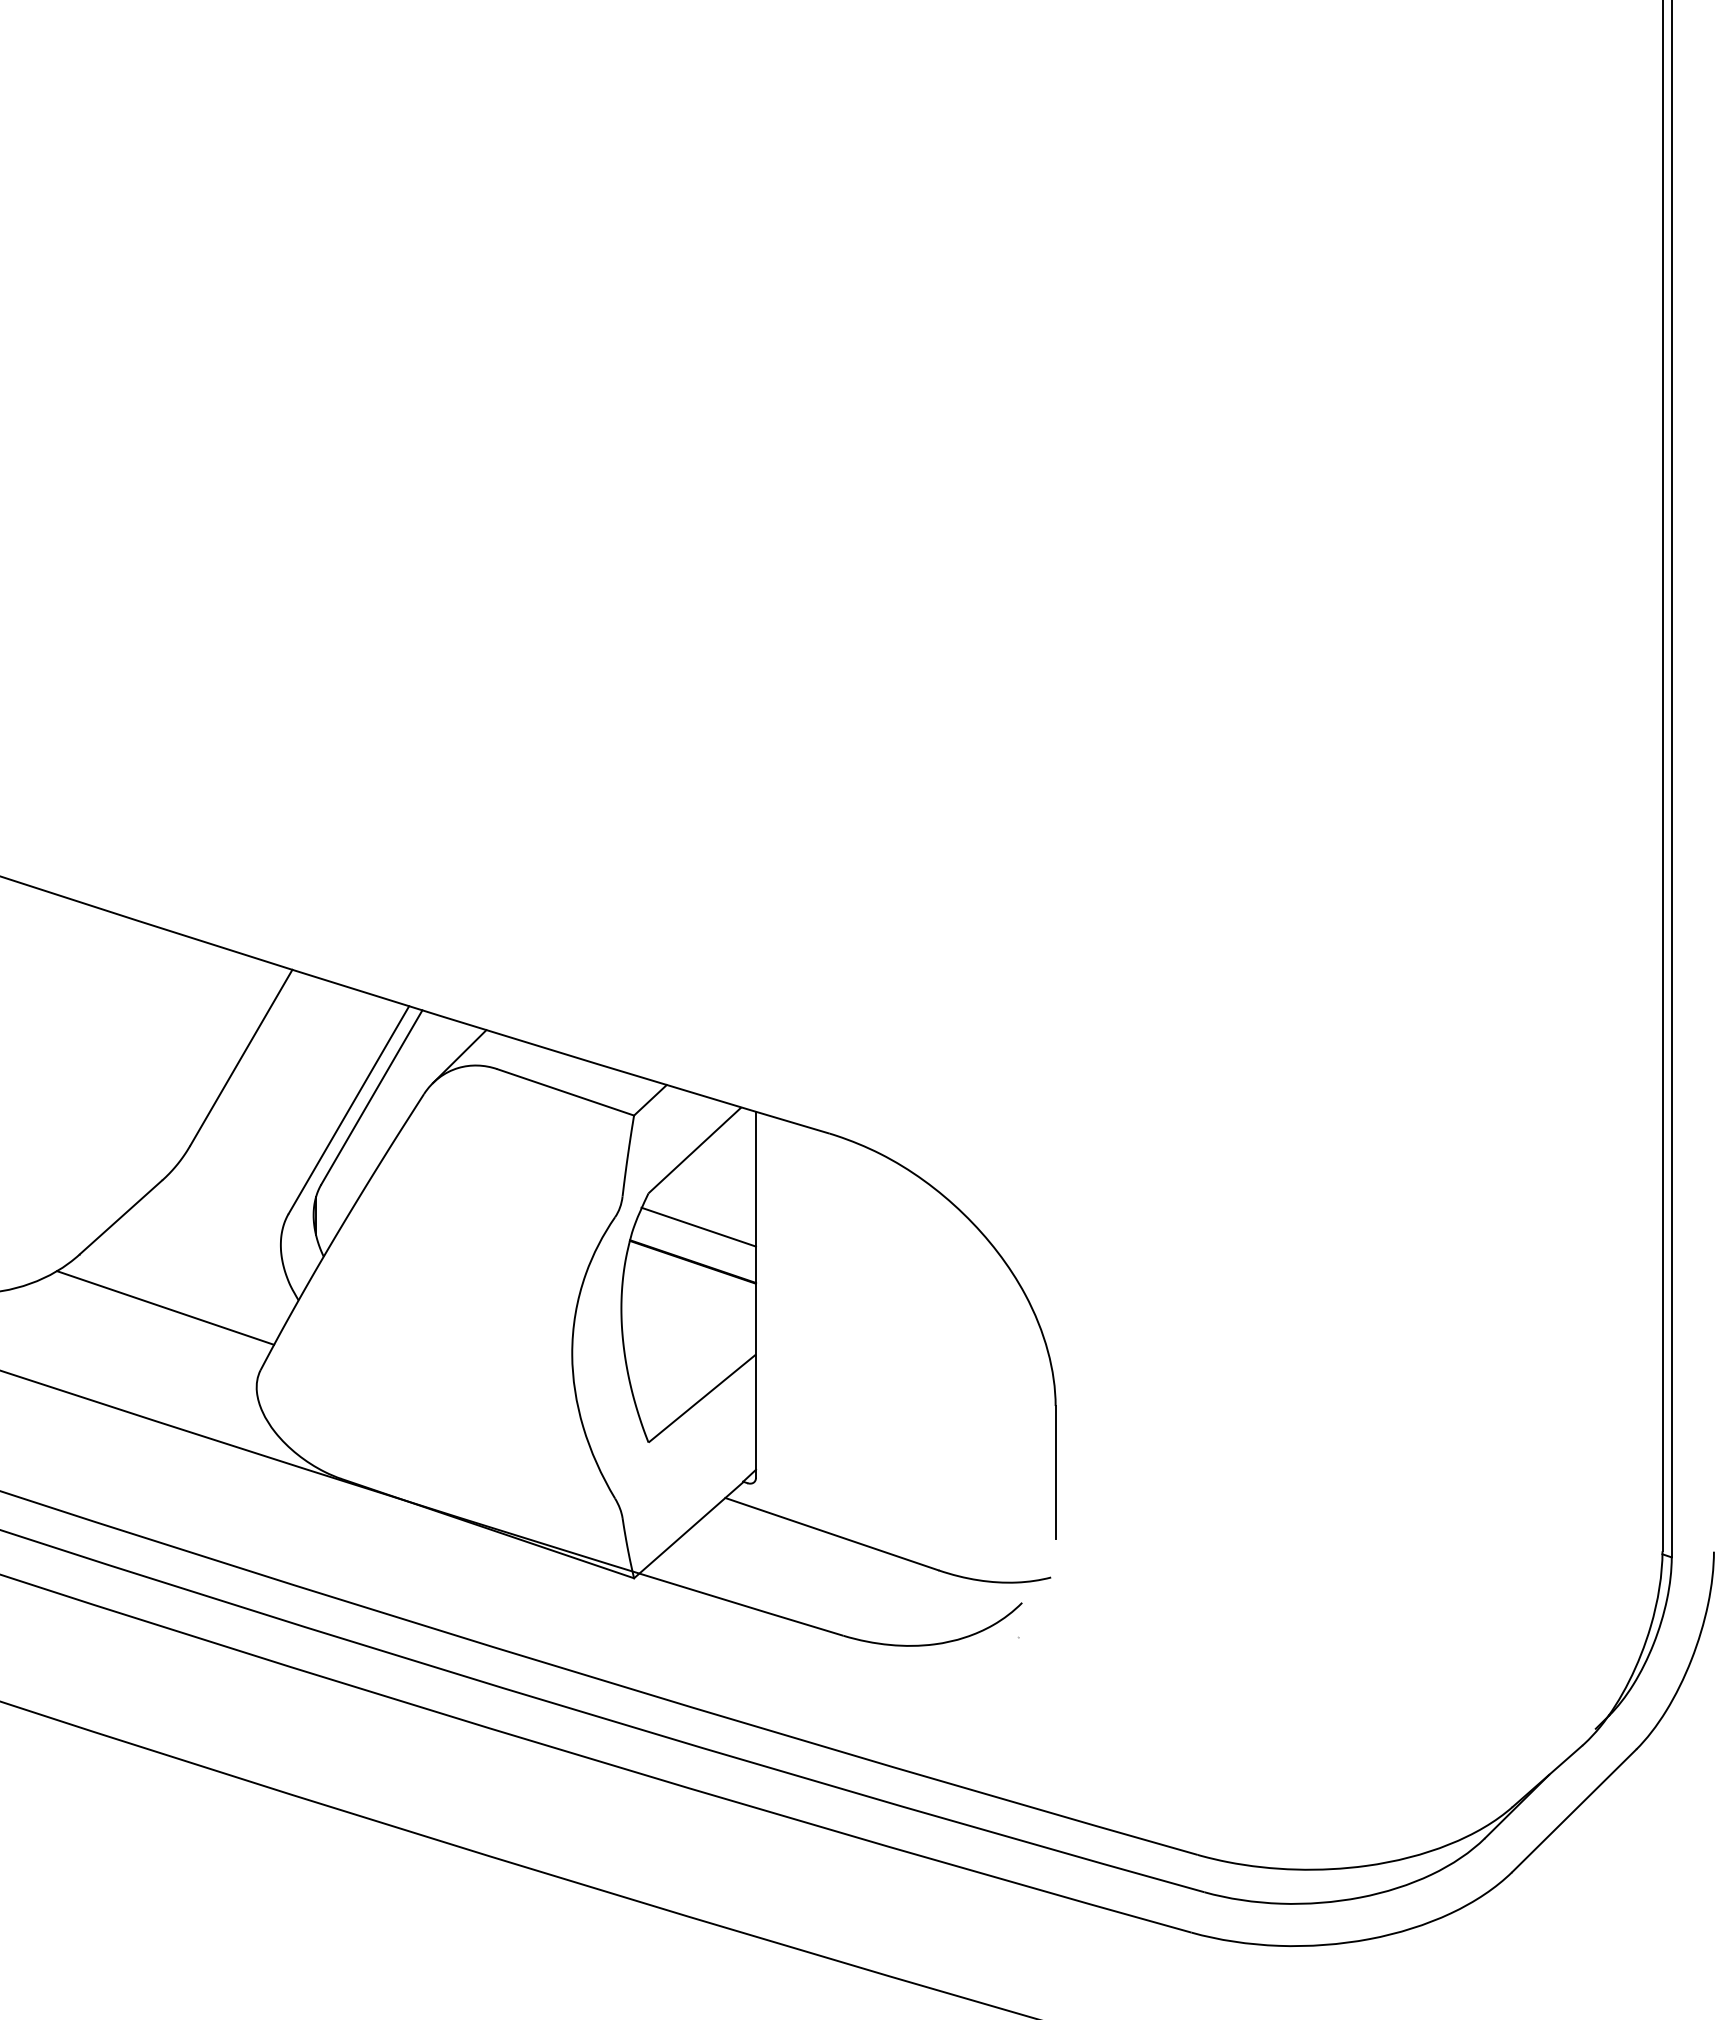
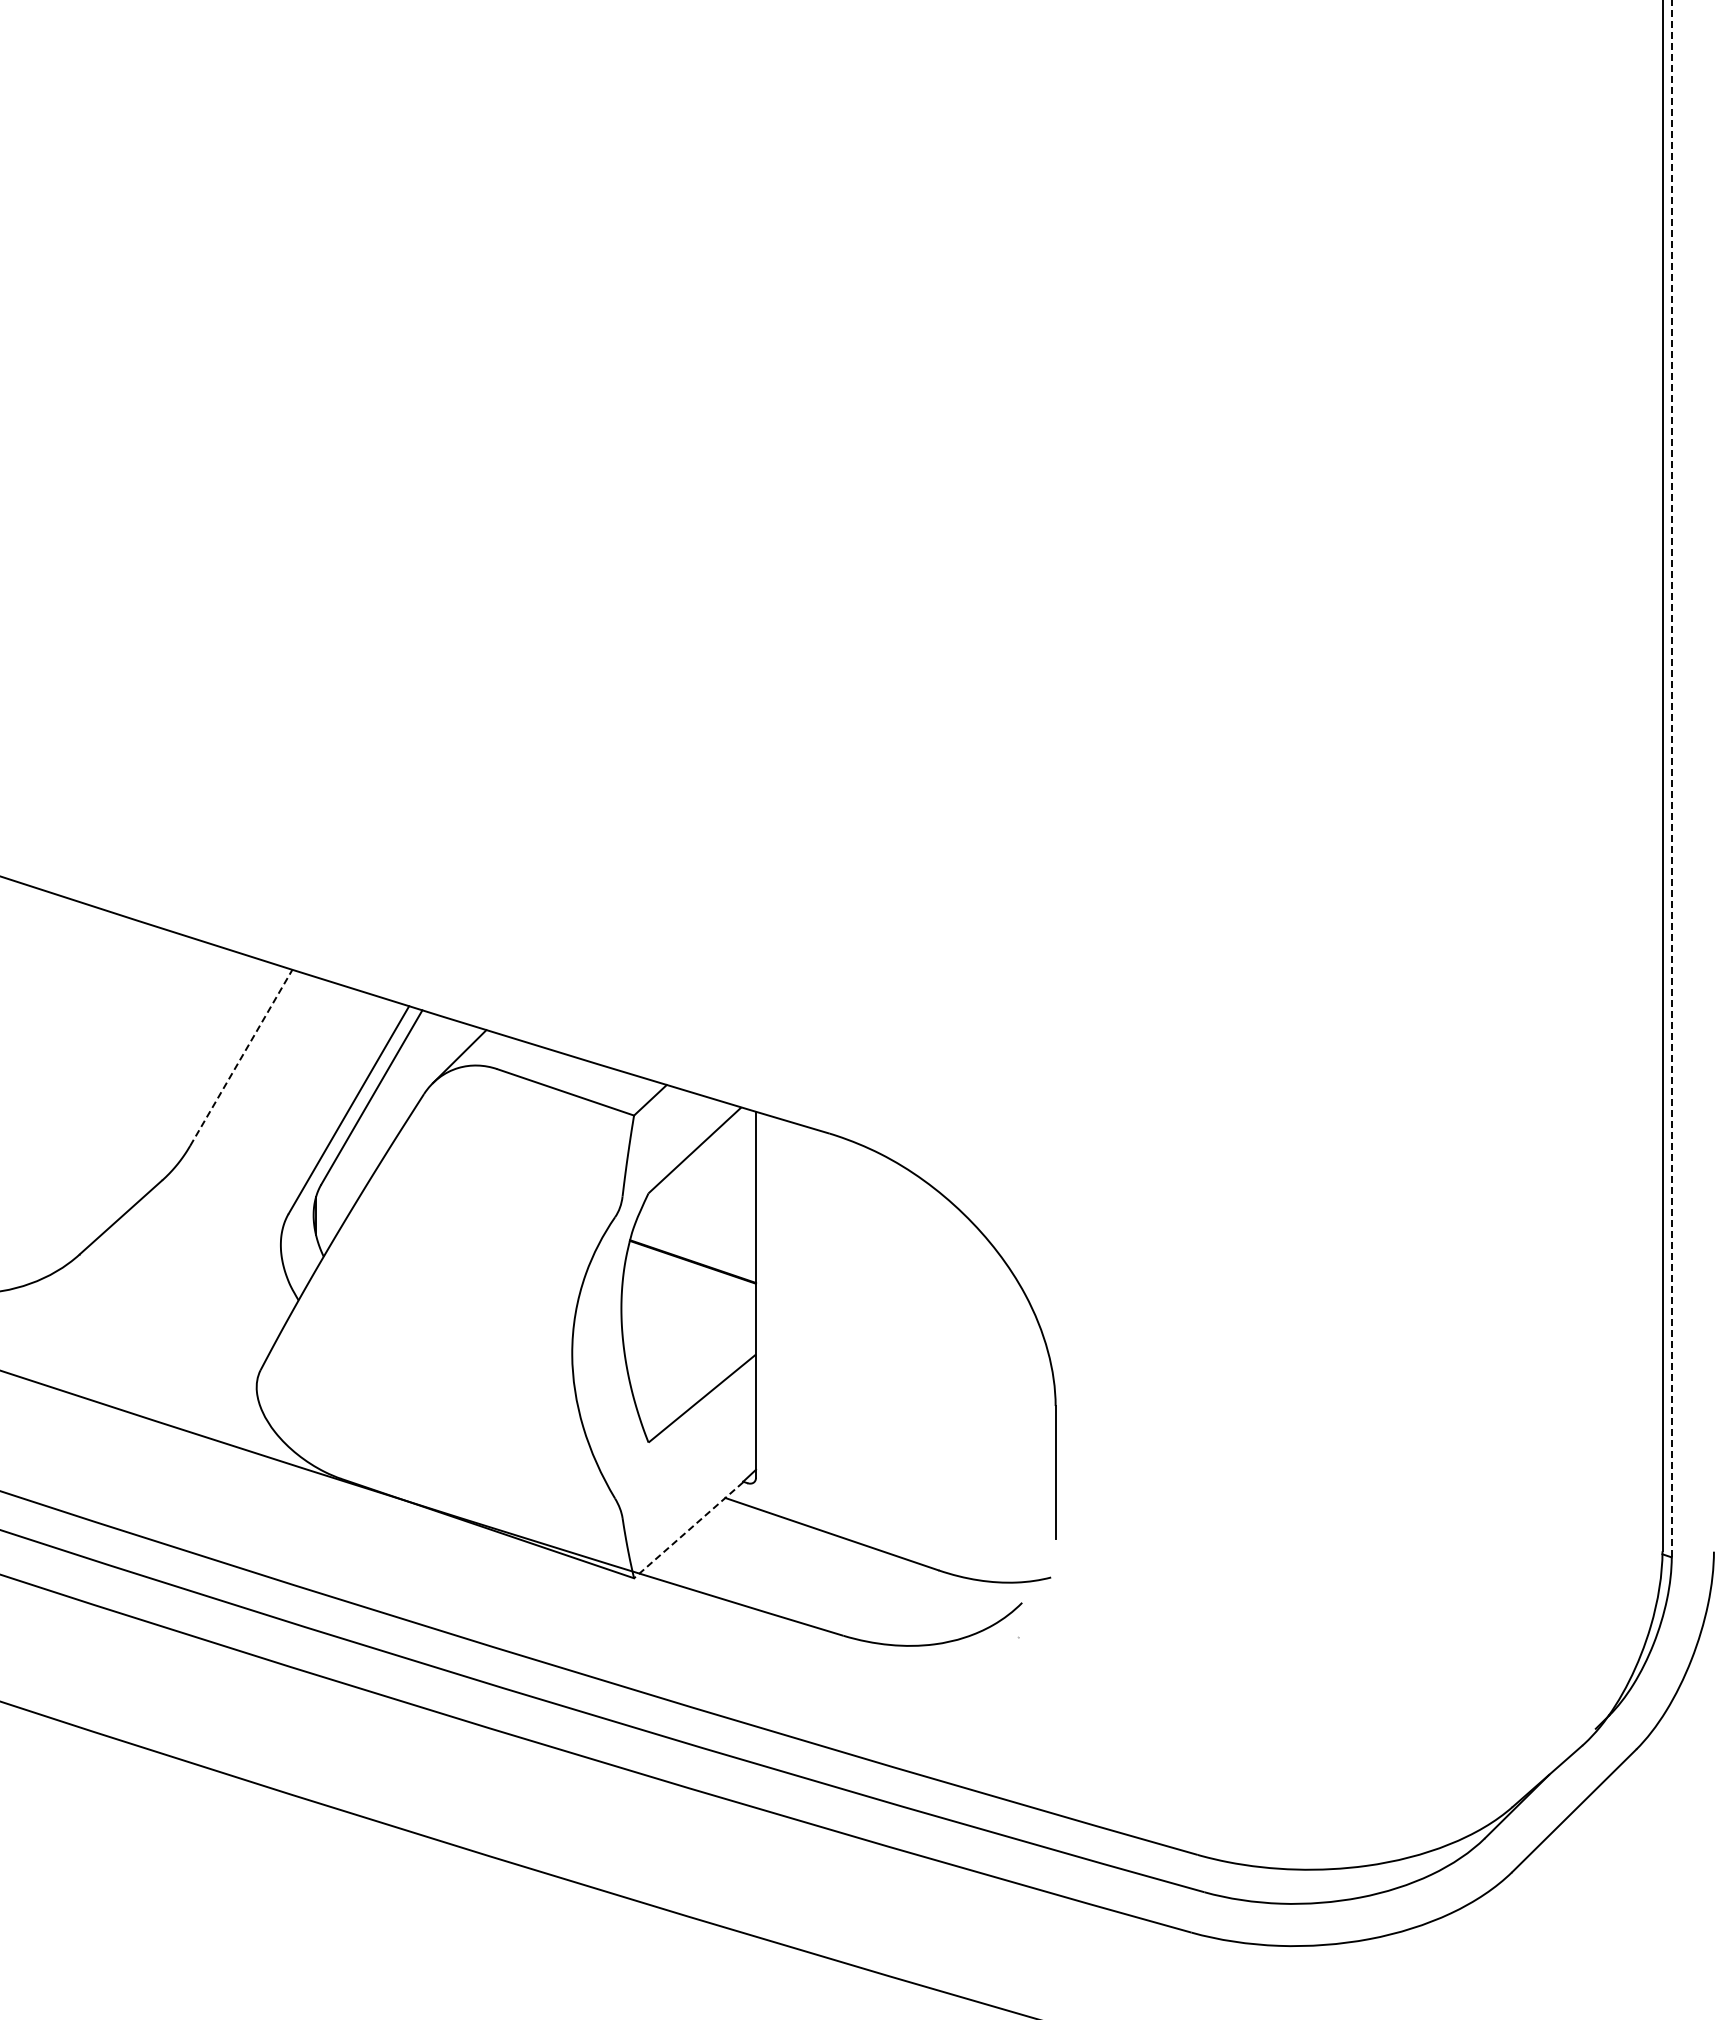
line at (1671, 778): solid -> dashed
line at (241, 1057): solid -> dashed
line at (698, 1226): present -> none
line at (165, 1307): present -> none
line at (688, 1530): solid -> dashed
